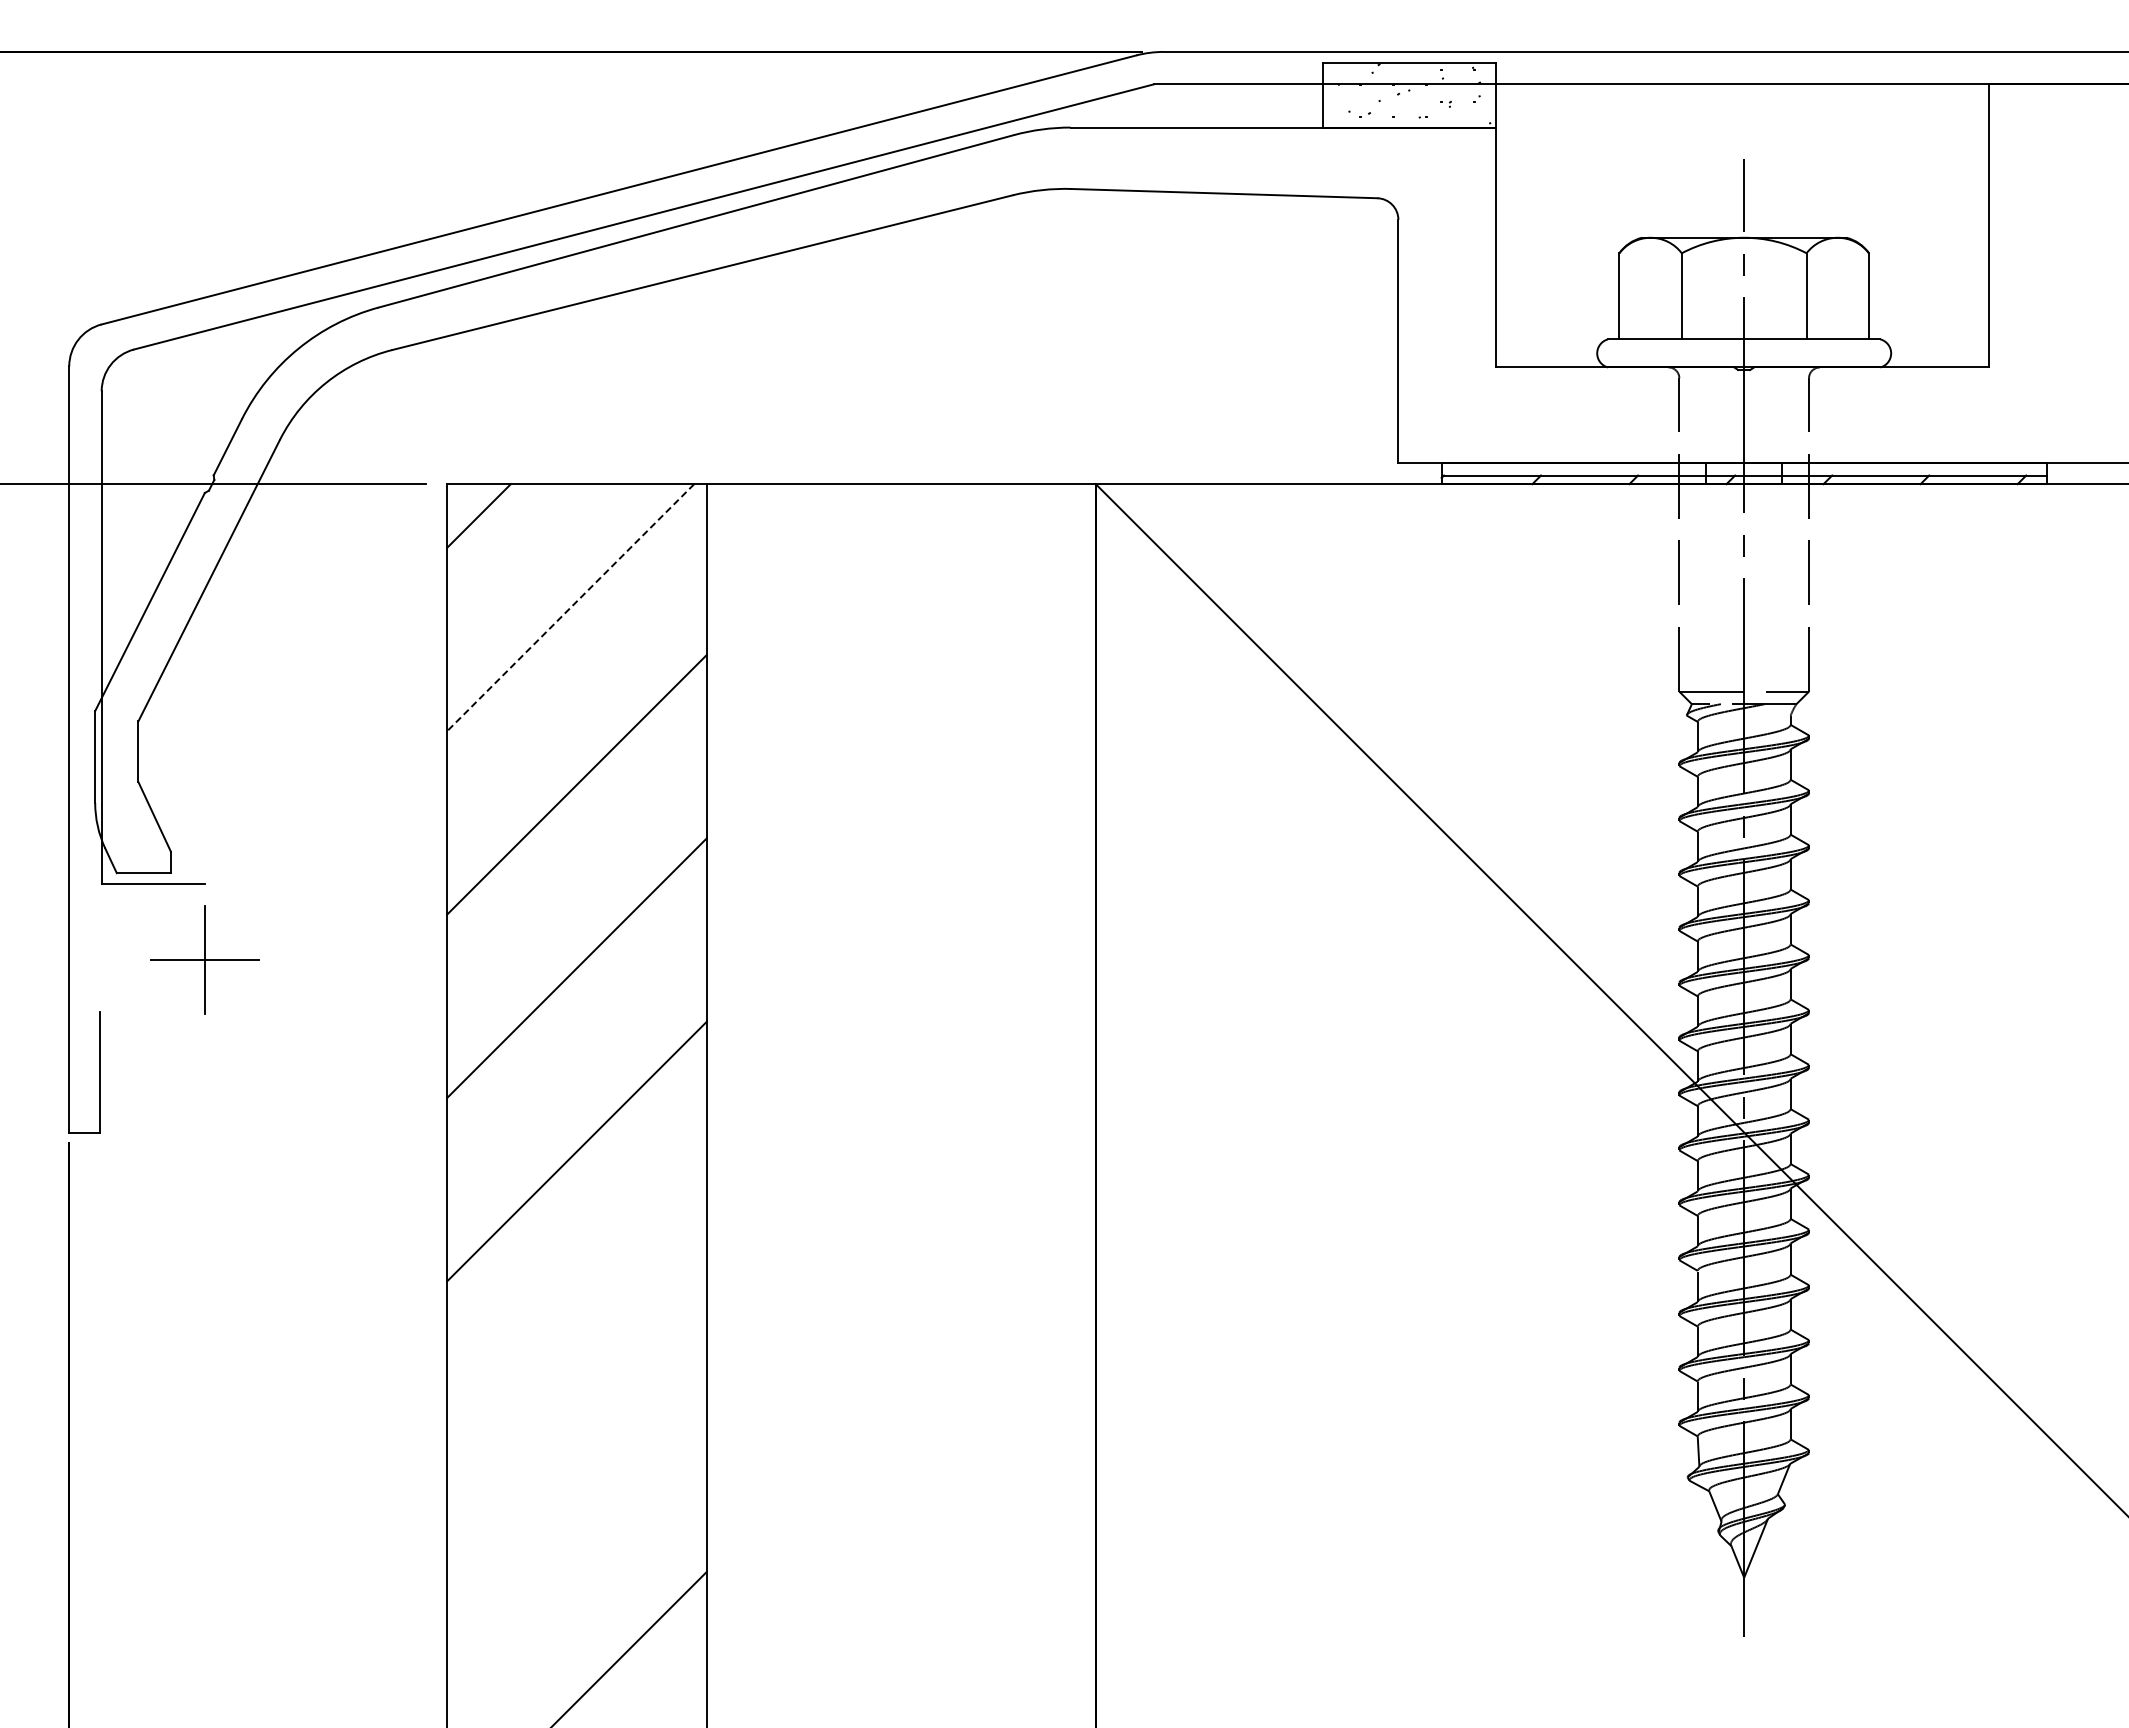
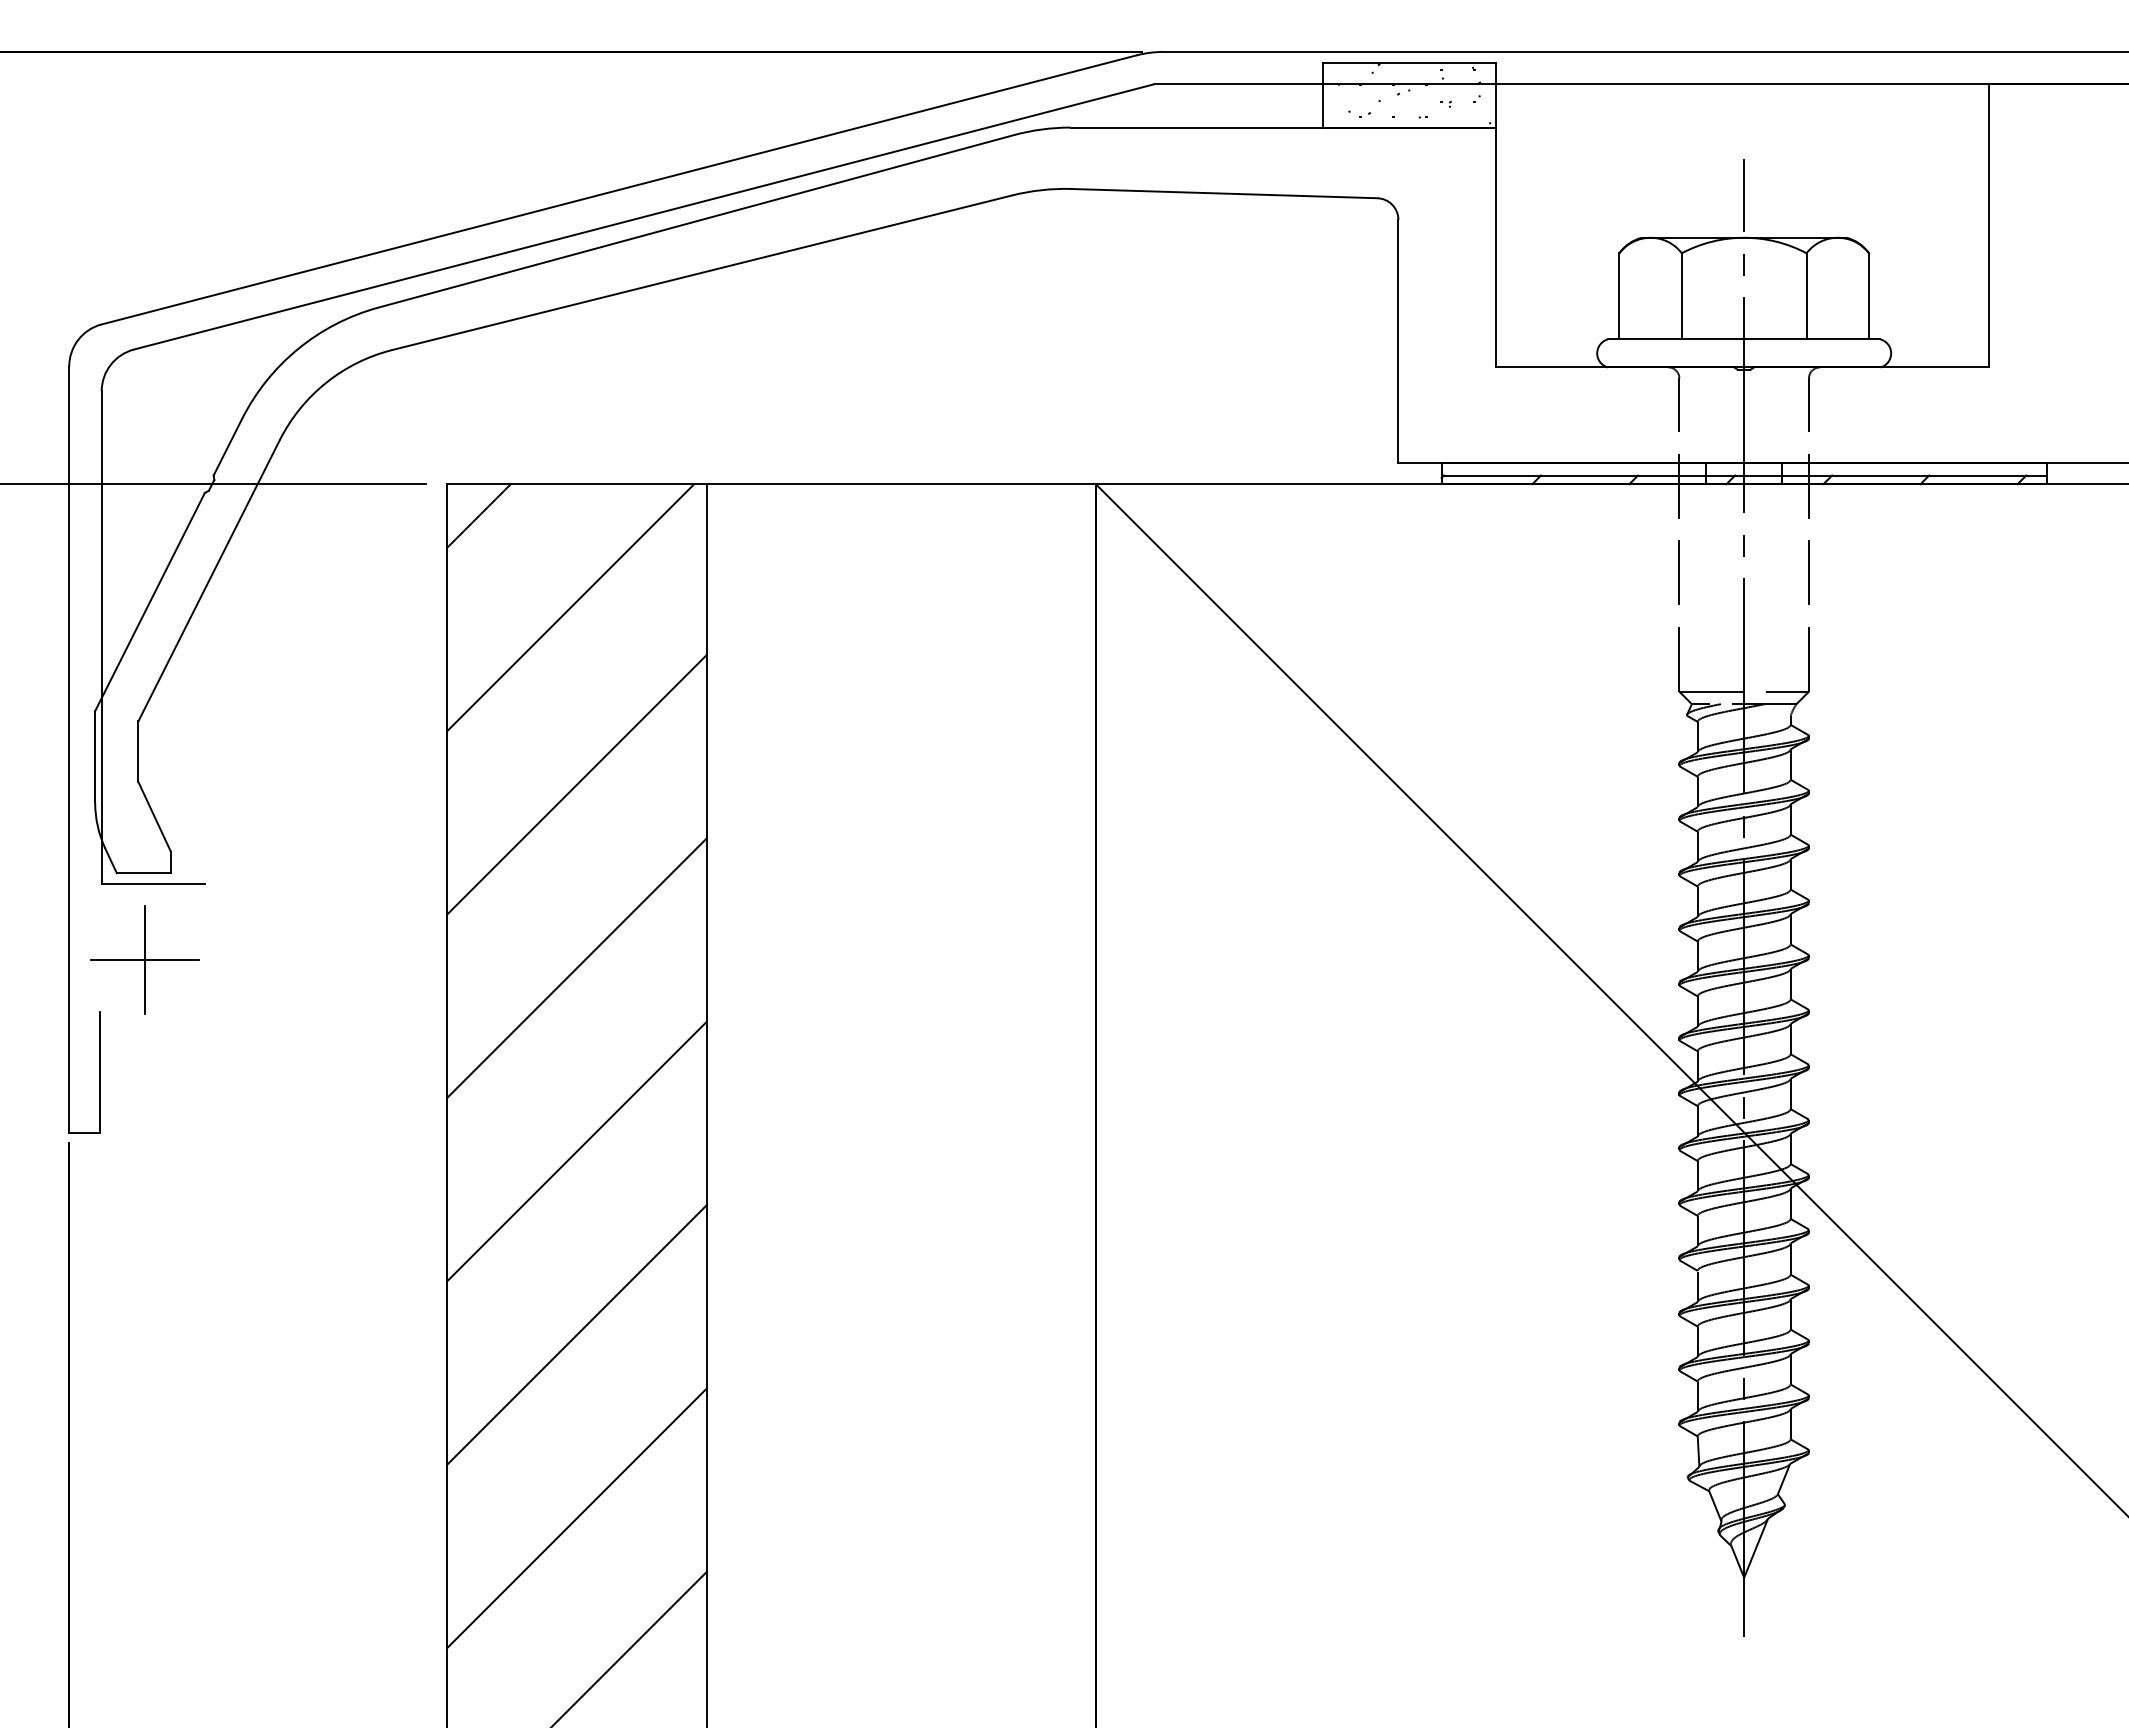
line at (570, 607): dashed -> solid
part at (204, 959) position: (204, 959) -> (144, 959)
line at (576, 1334): none -> present
line at (576, 1517): none -> present
